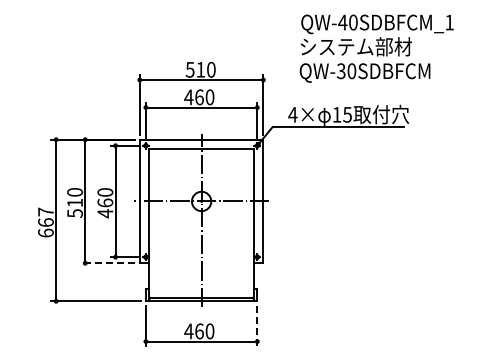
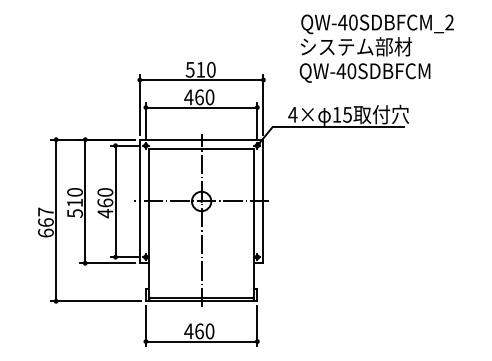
text at (449, 22): QW-40SDBFCM_1 -> QW-40SDBFCM_2
text at (340, 71): QW-30SDBFCM -> QW-40SDBFCM
line at (107, 263): dashed -> solid
line at (257, 326): dashed -> solid
